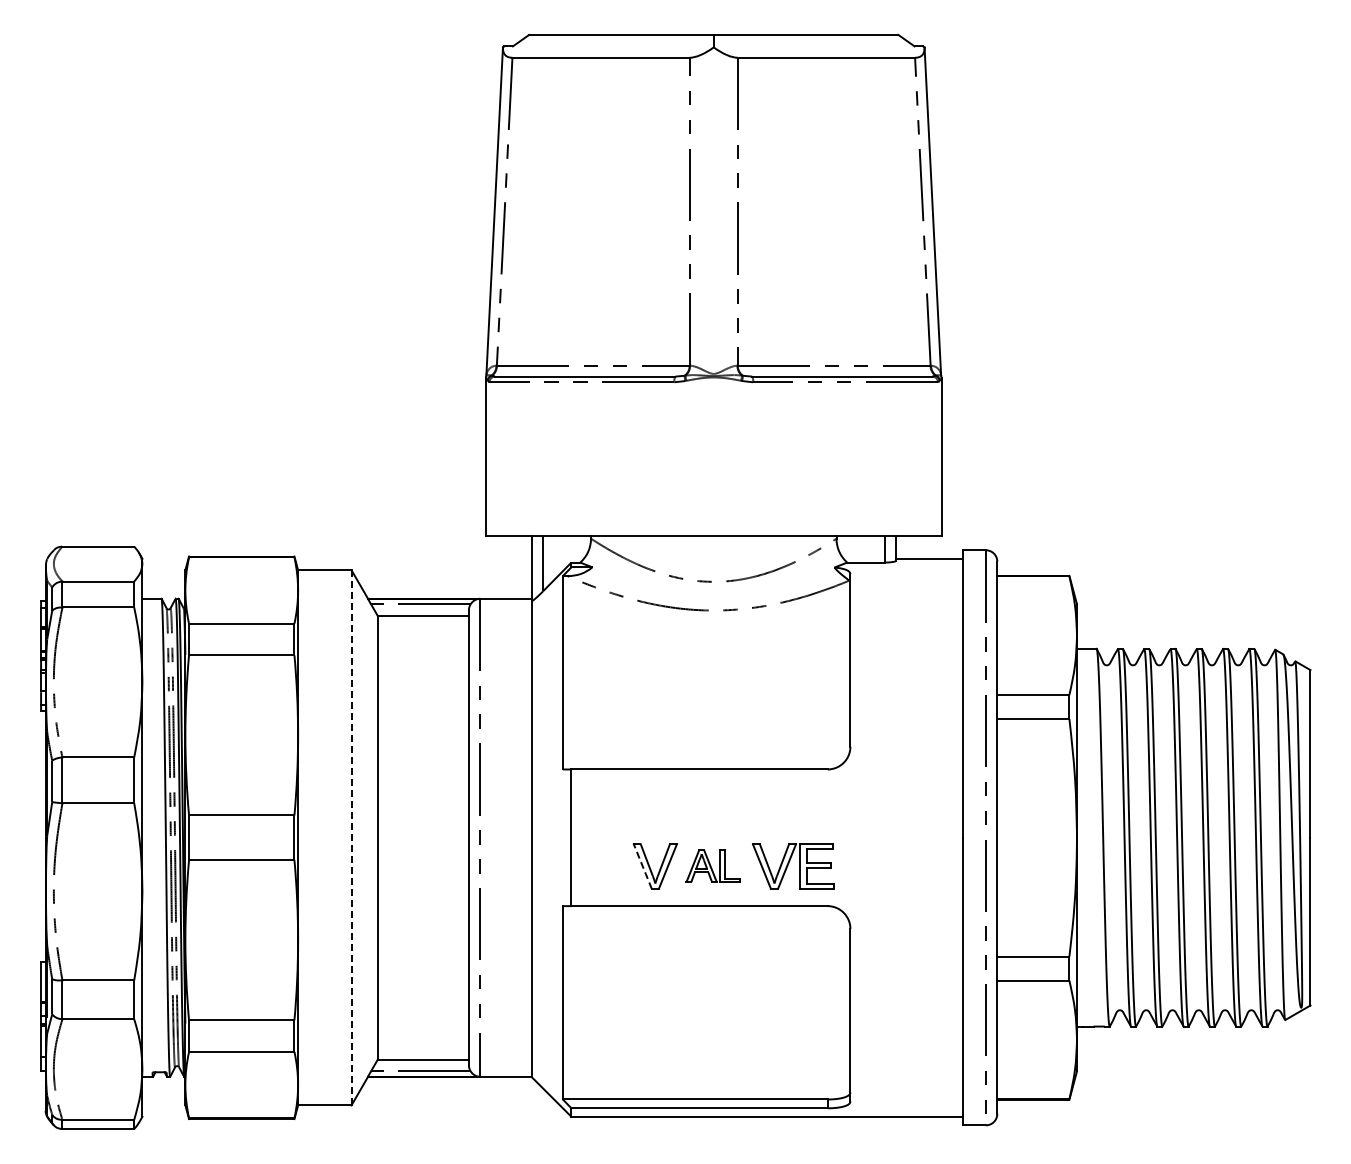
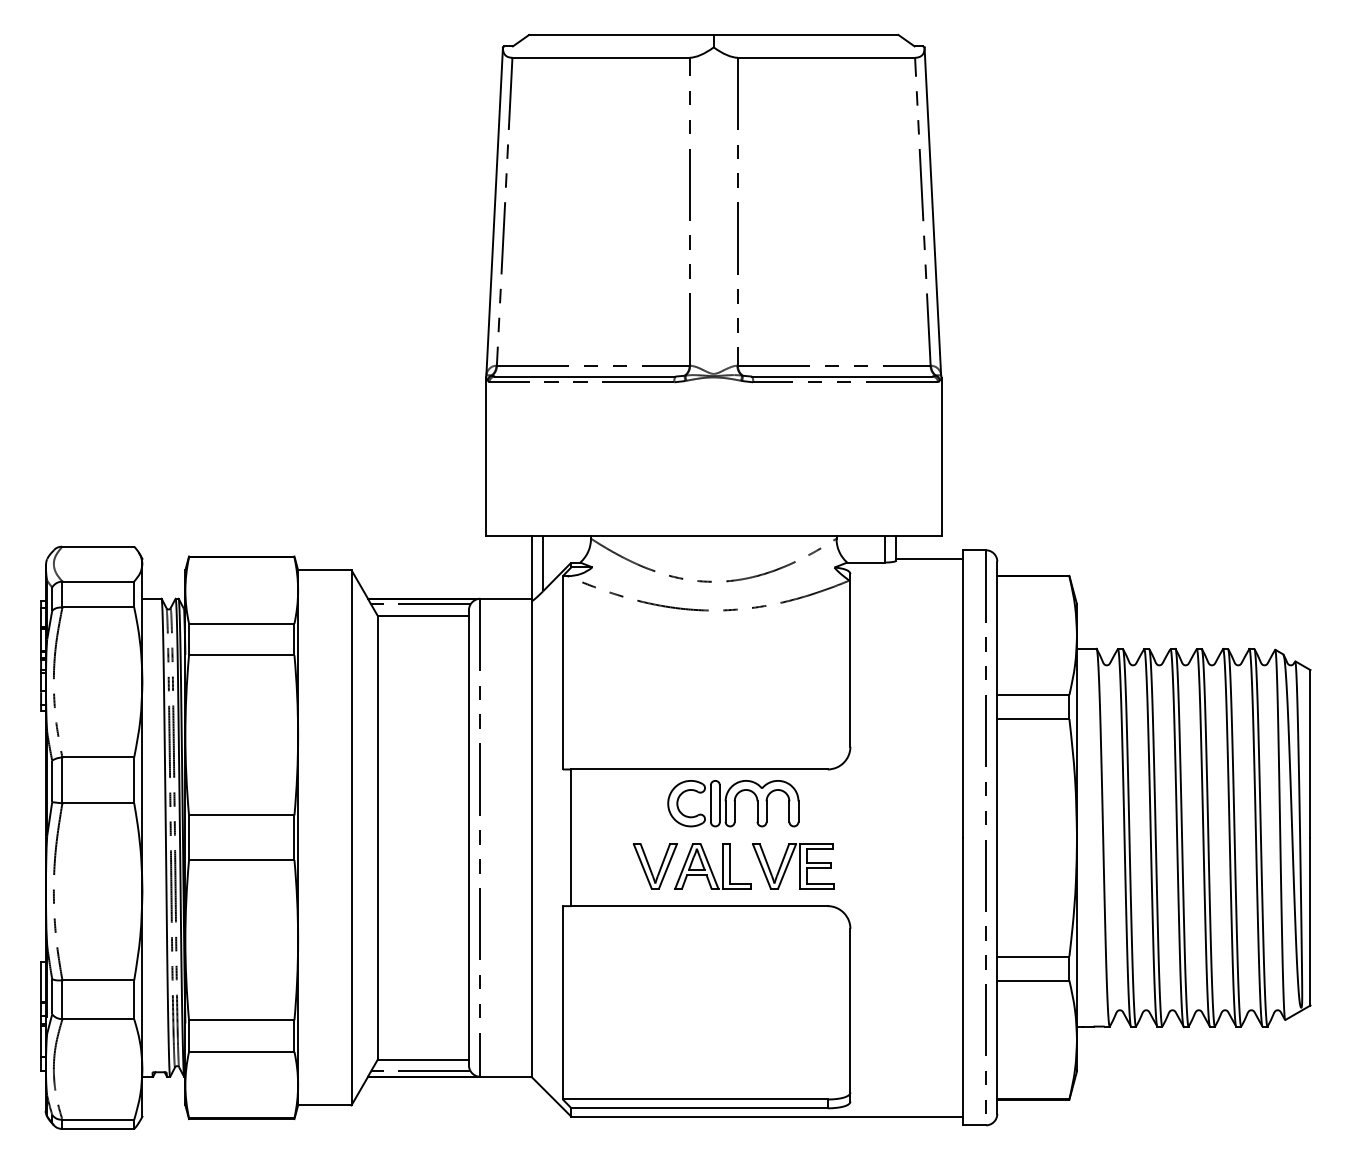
part at (733, 803): none -> present
line at (351, 837): dashed -> solid
line at (642, 865): dashed -> solid
part at (712, 865) size: 56x34 px -> 78x47 px
